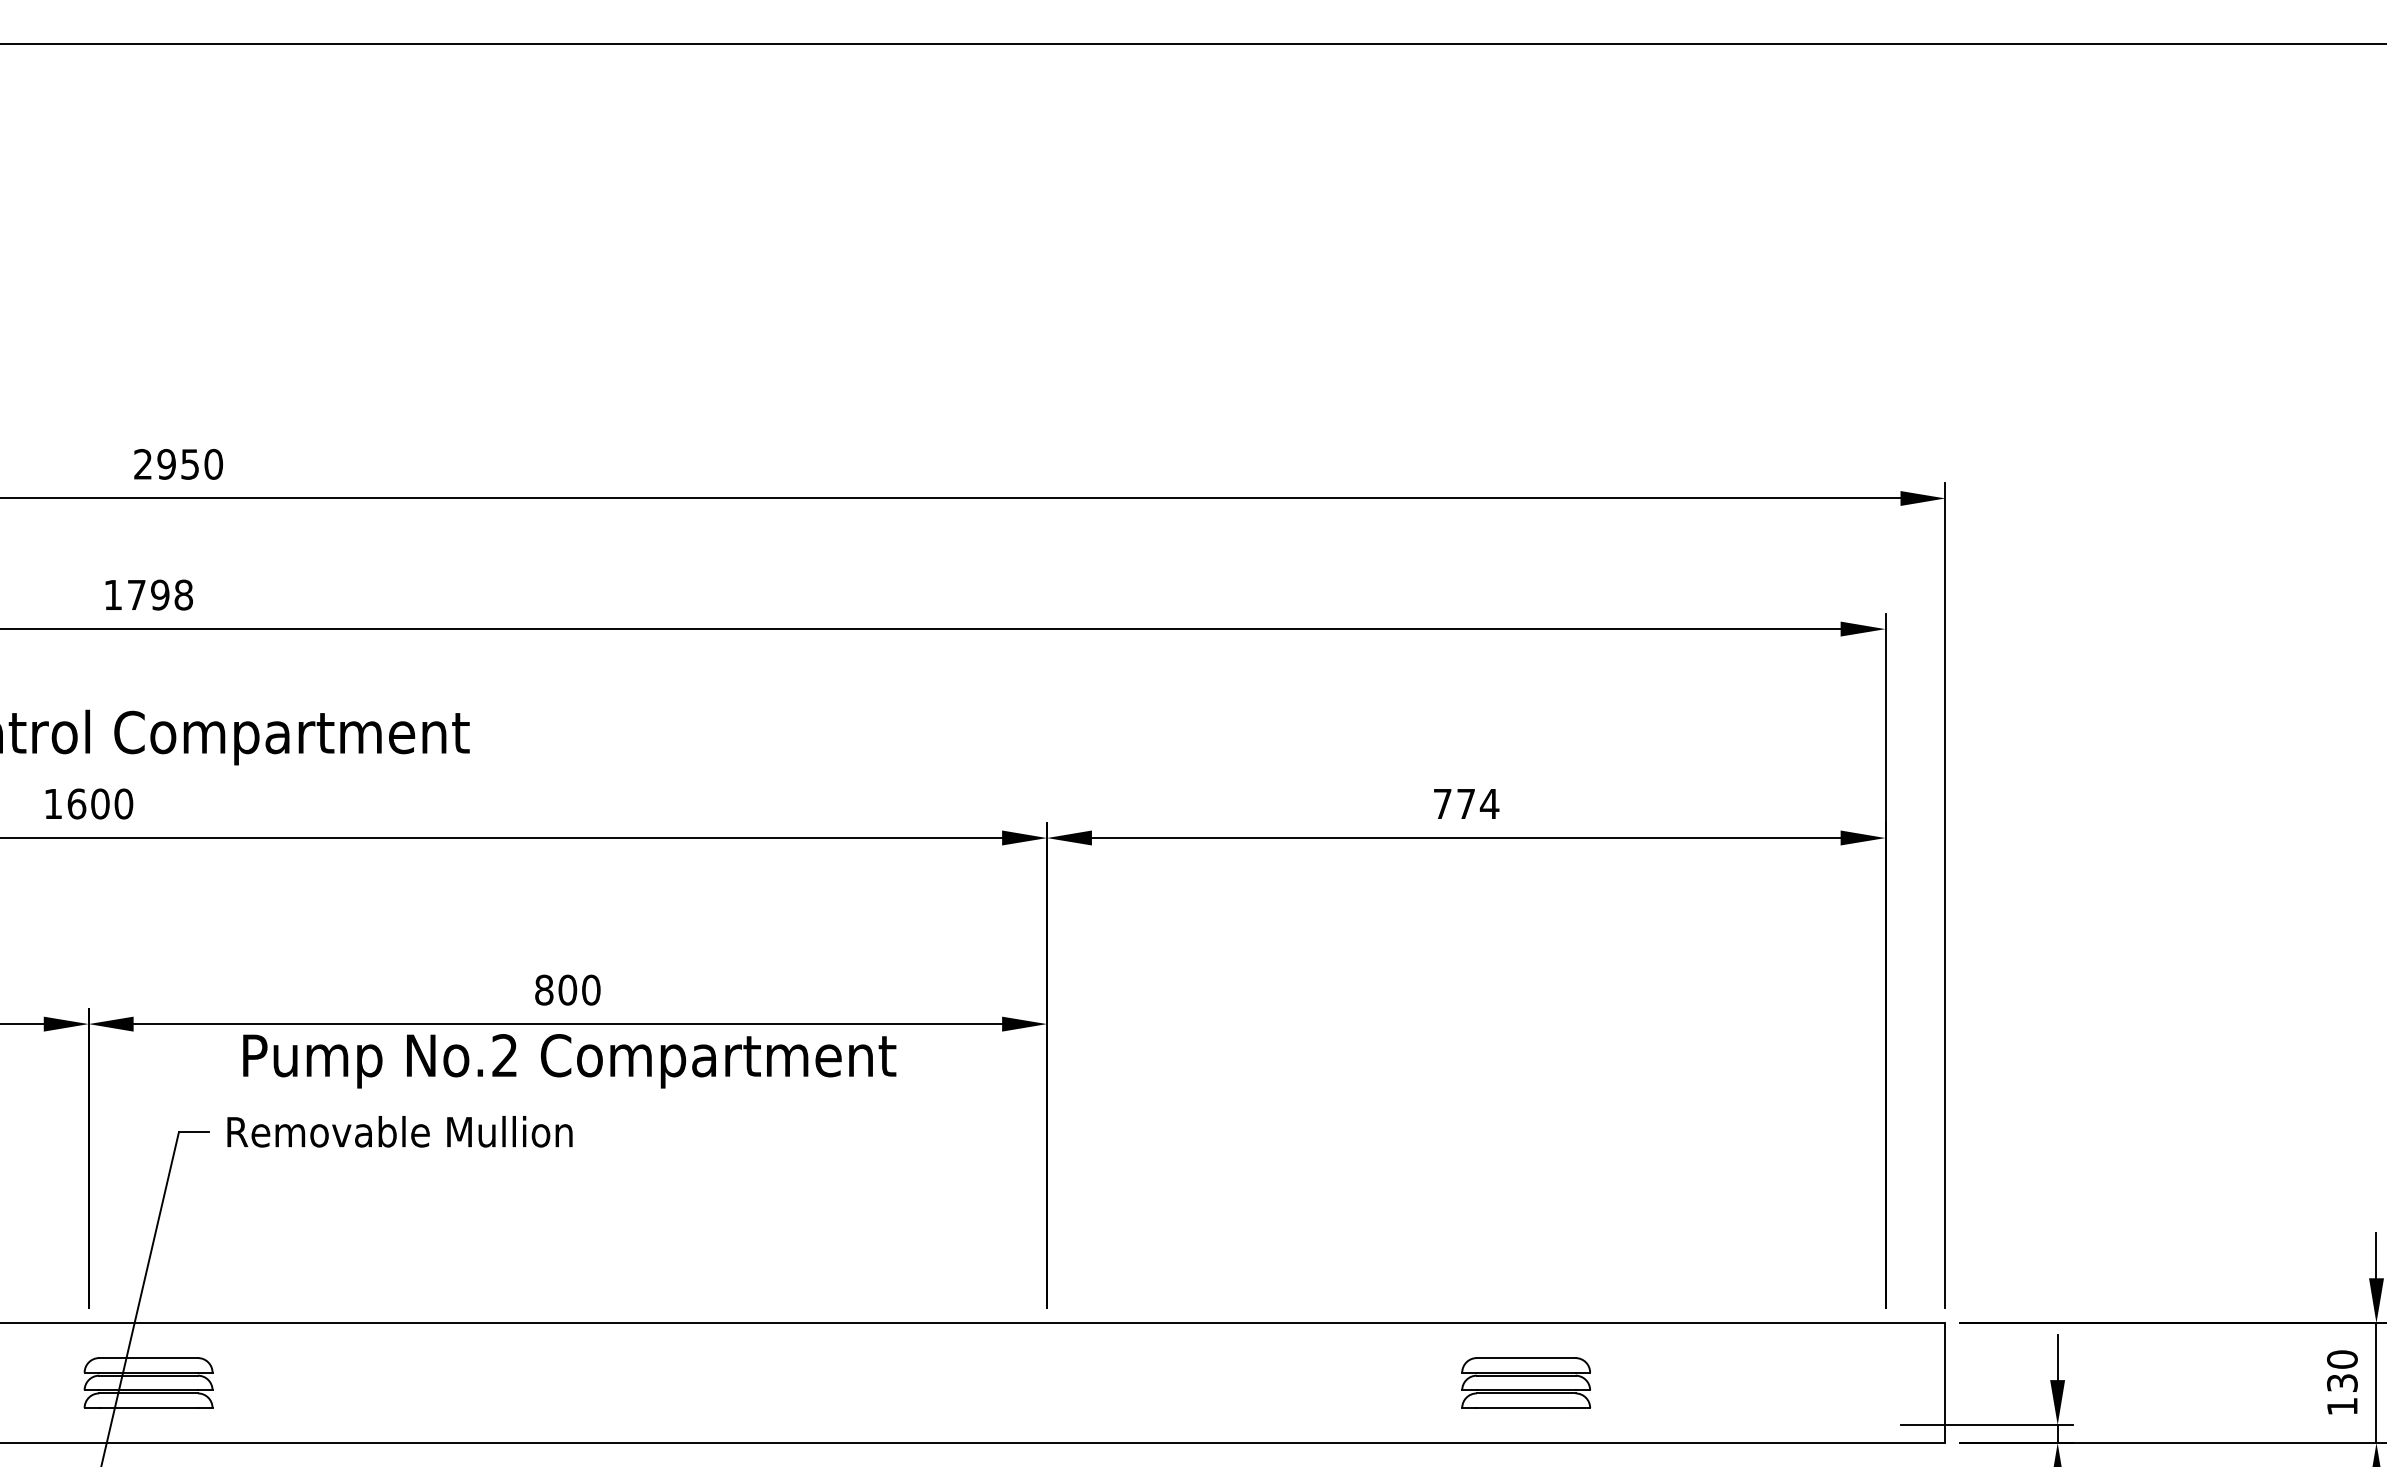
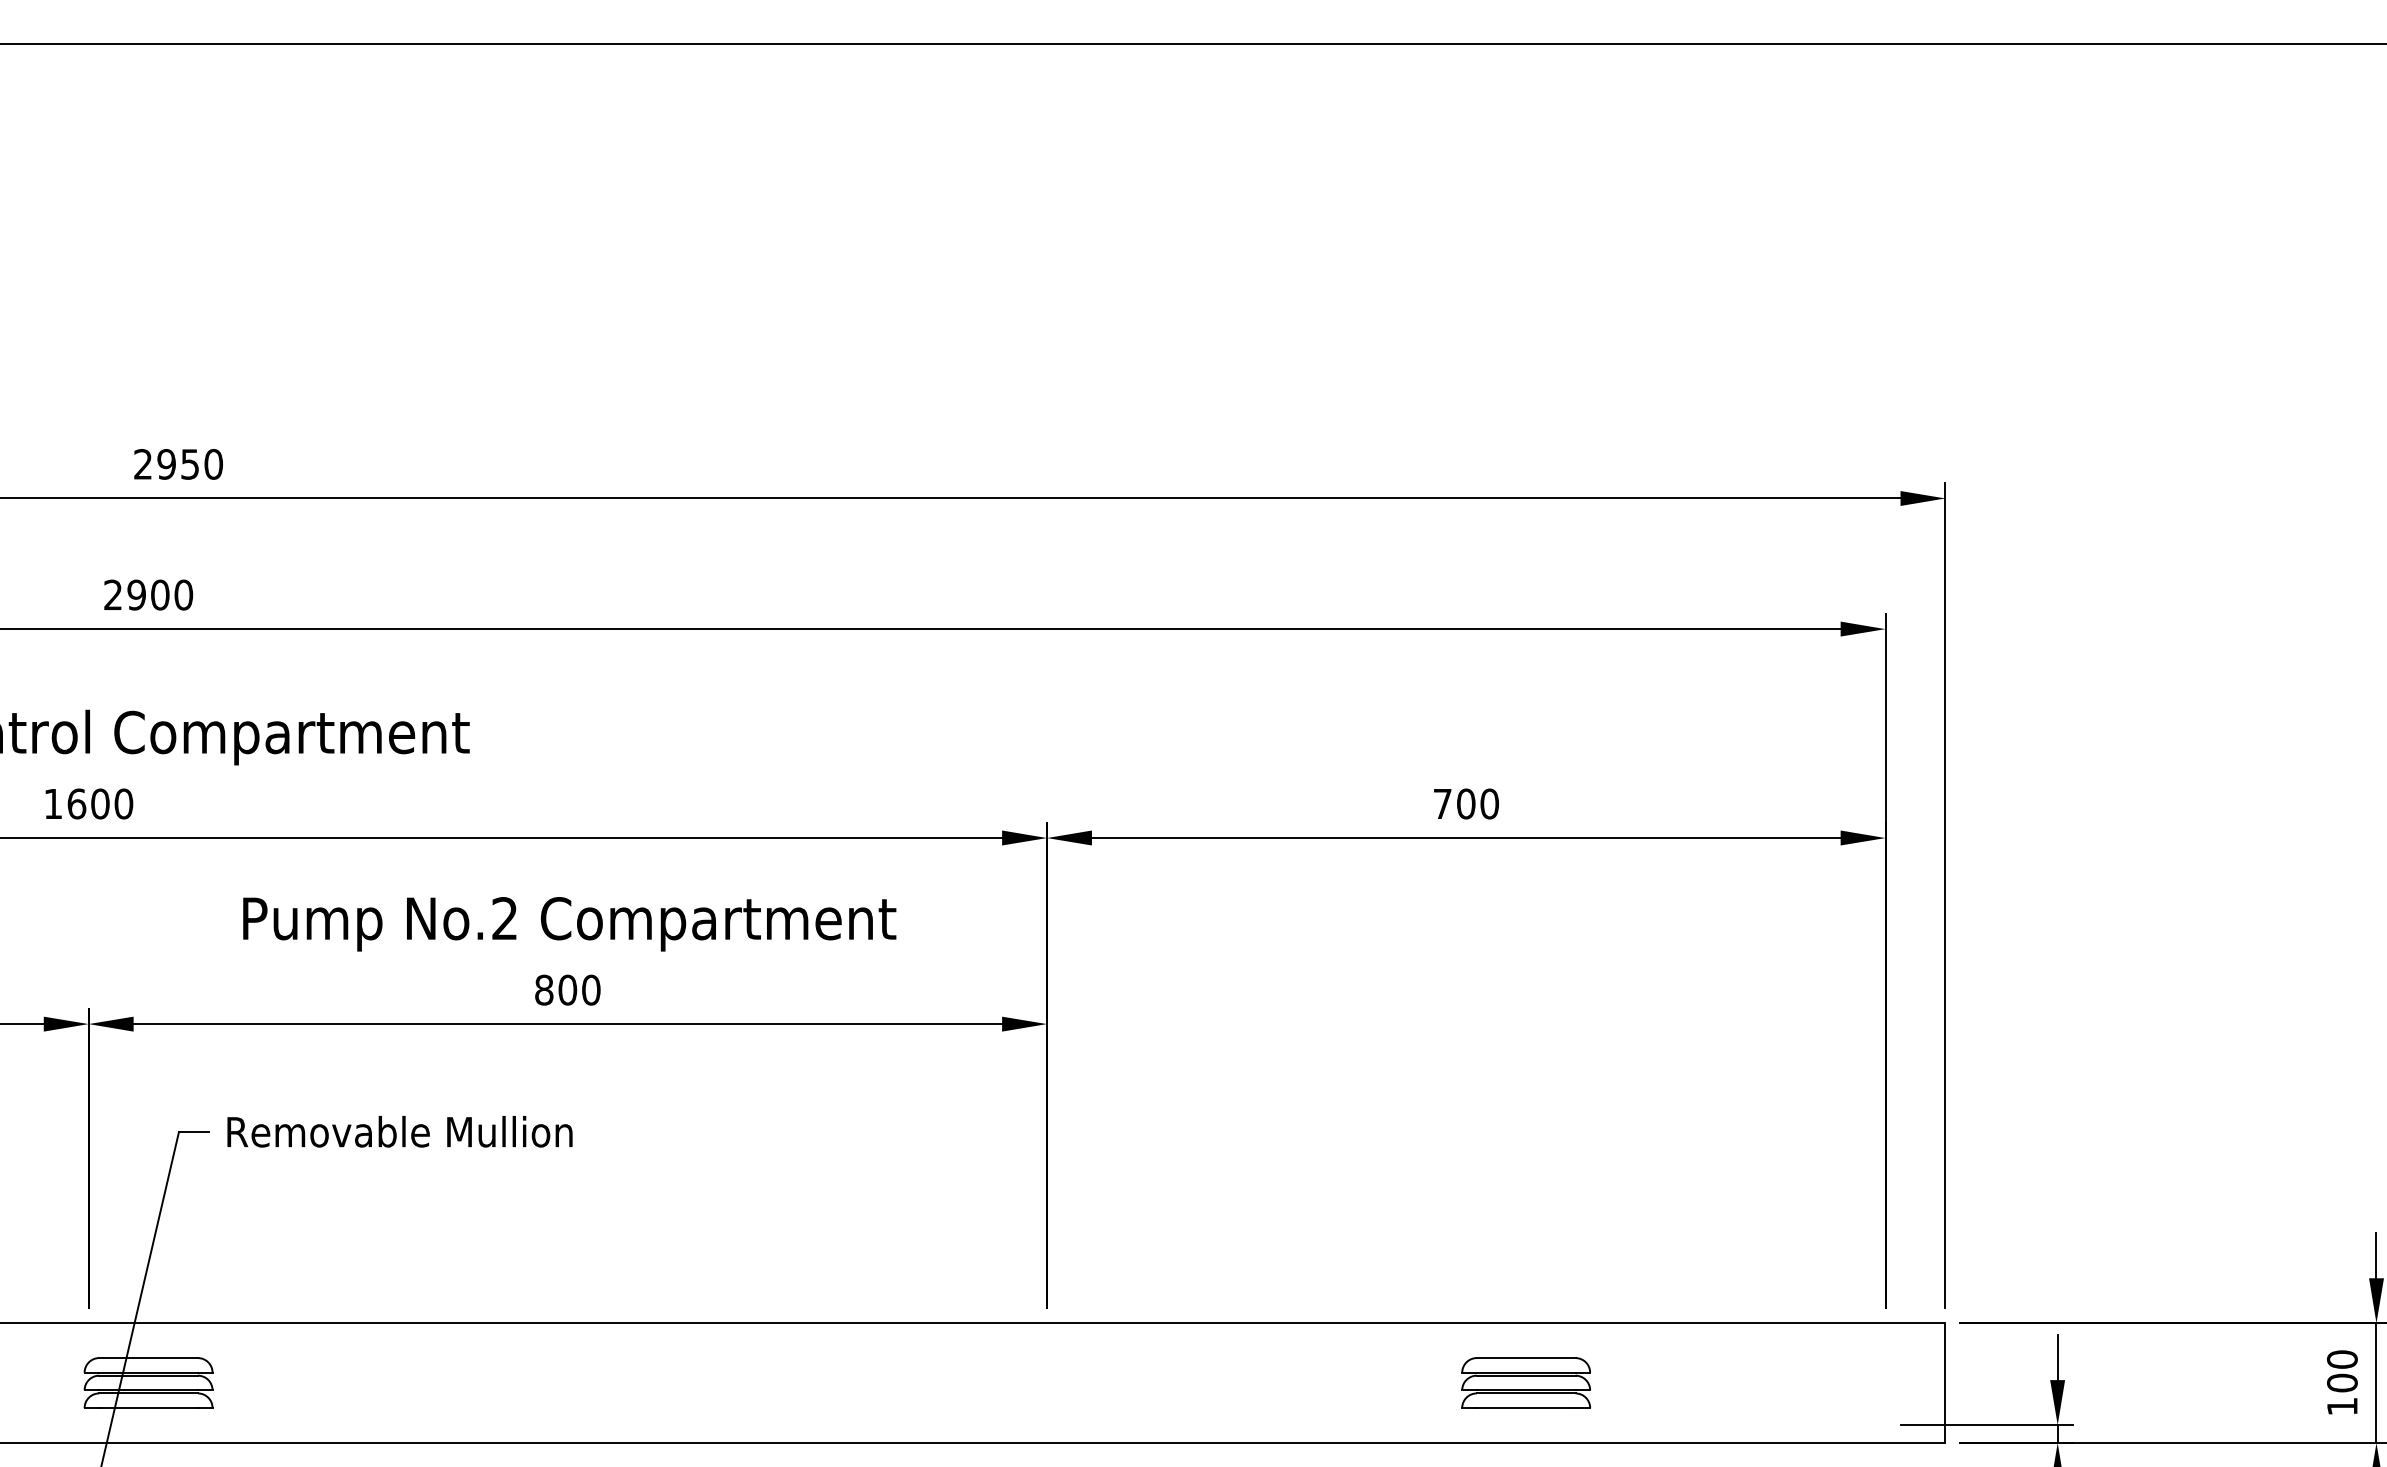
text at (148, 594): 1798 -> 2900
text at (1478, 803): 774 -> 700
text at (569, 1061) position: (569, 1061) -> (569, 924)
text at (2342, 1382): 130 -> 100
